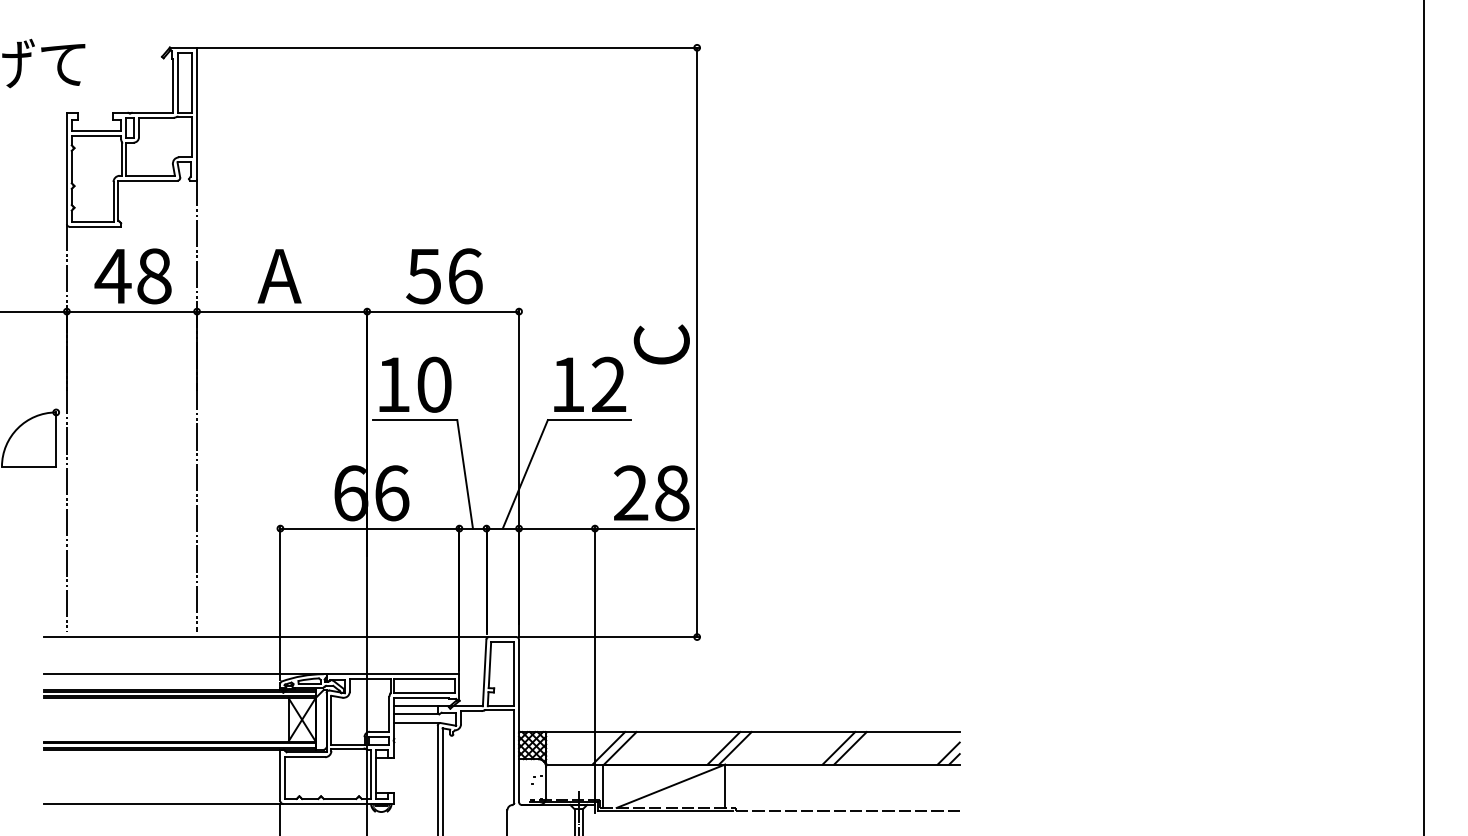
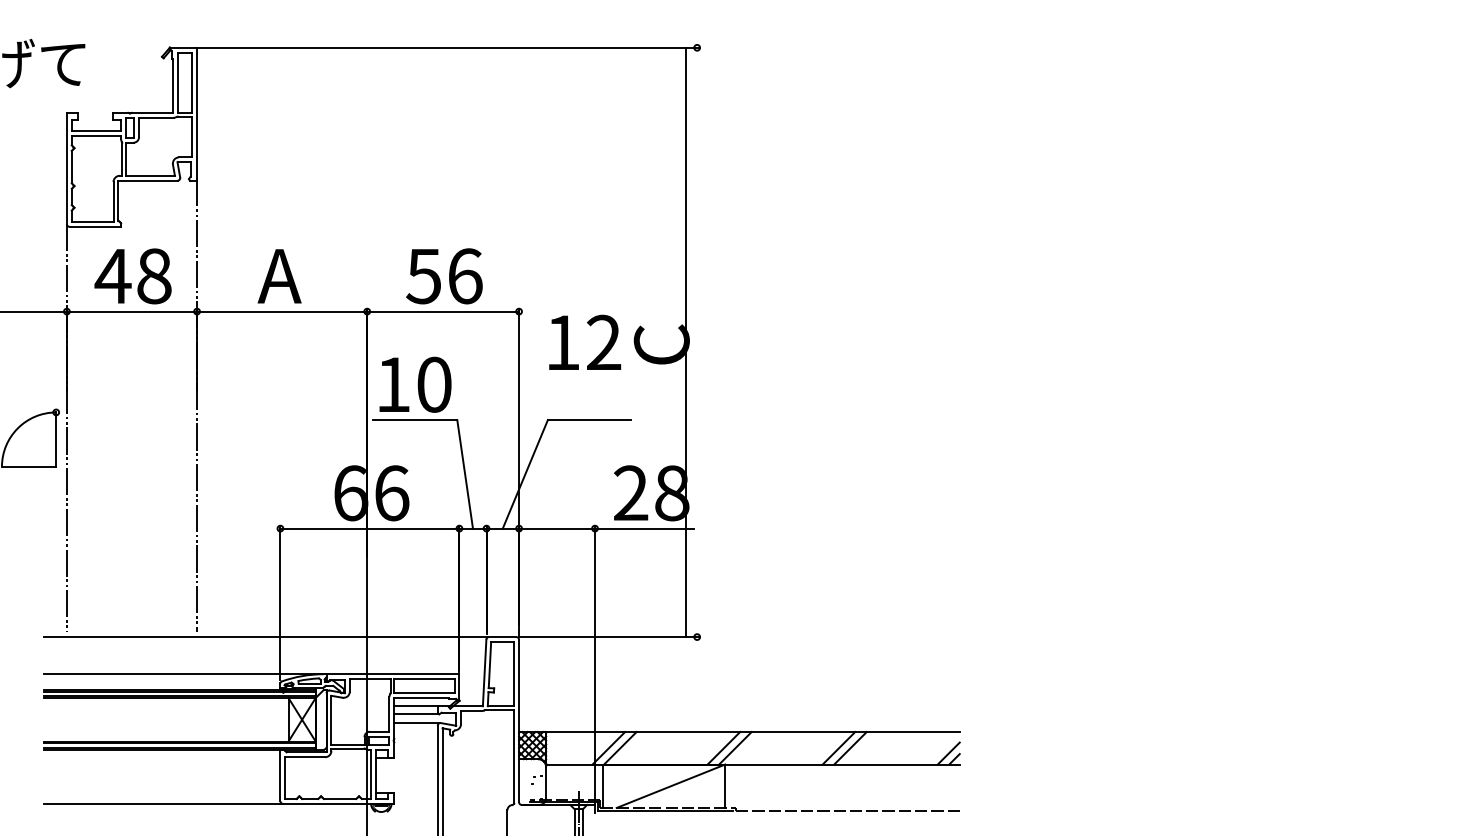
line at (697, 342) position: (697, 342) -> (686, 342)
text at (590, 383) position: (590, 383) -> (585, 341)
line at (1423, 417): present -> none
line at (280, 817): present -> none
